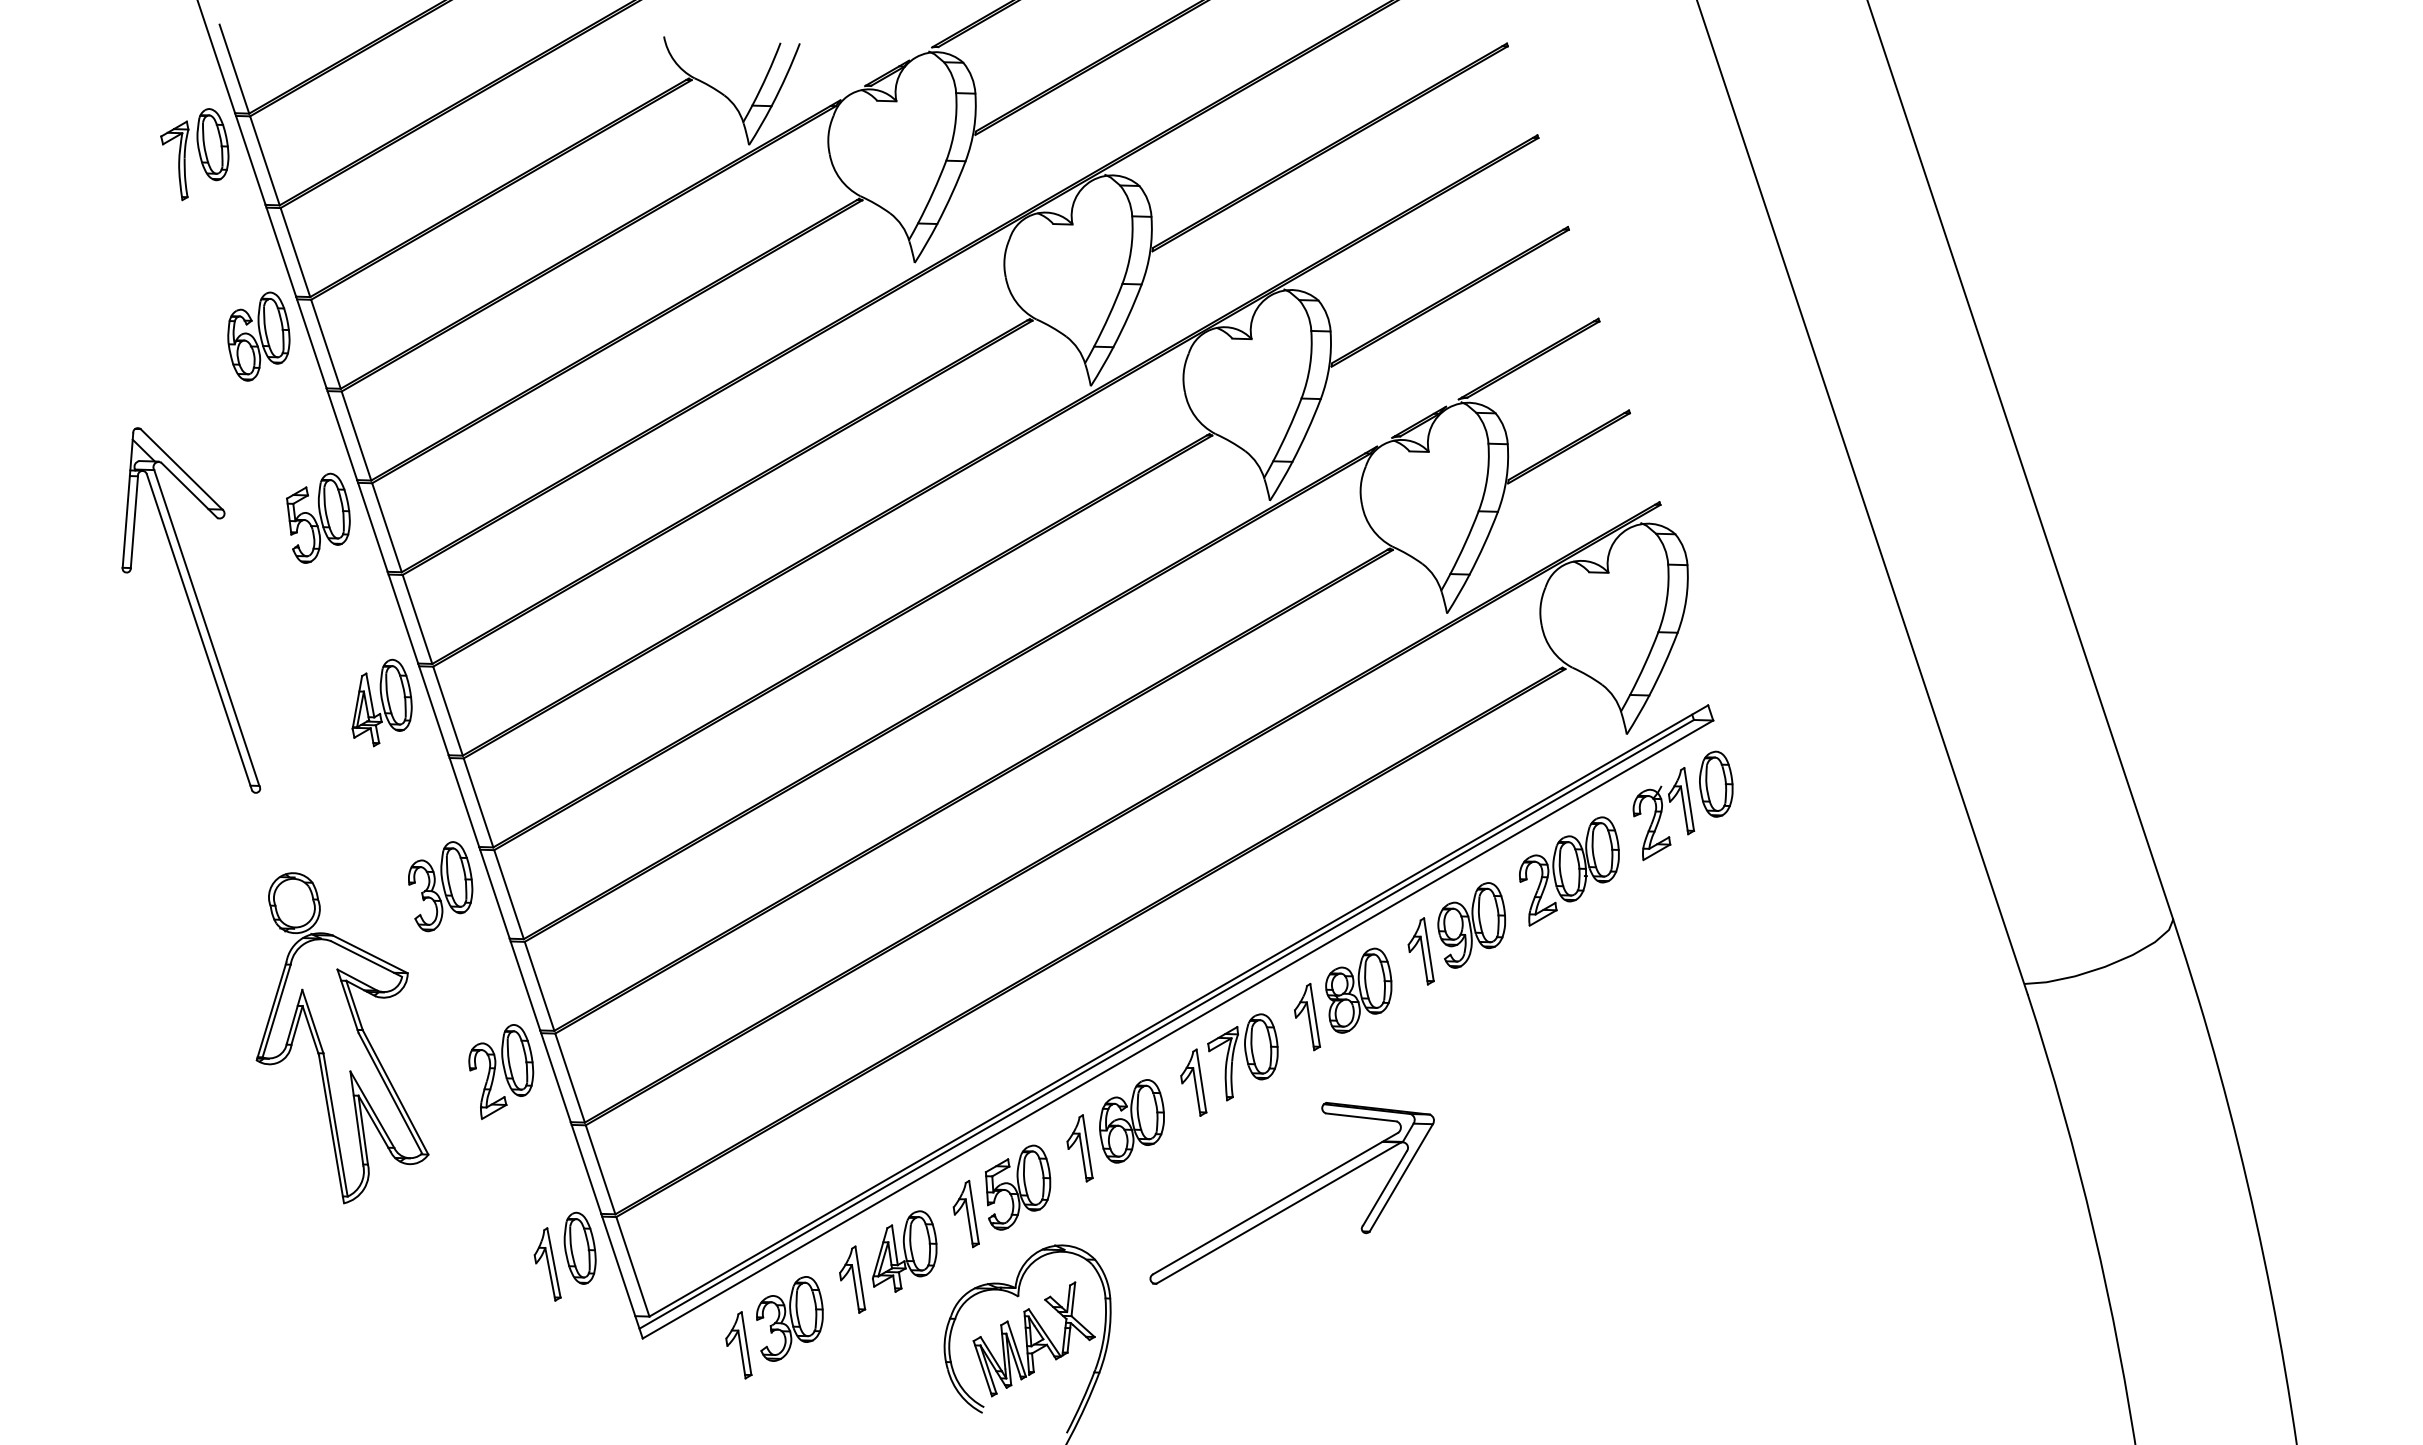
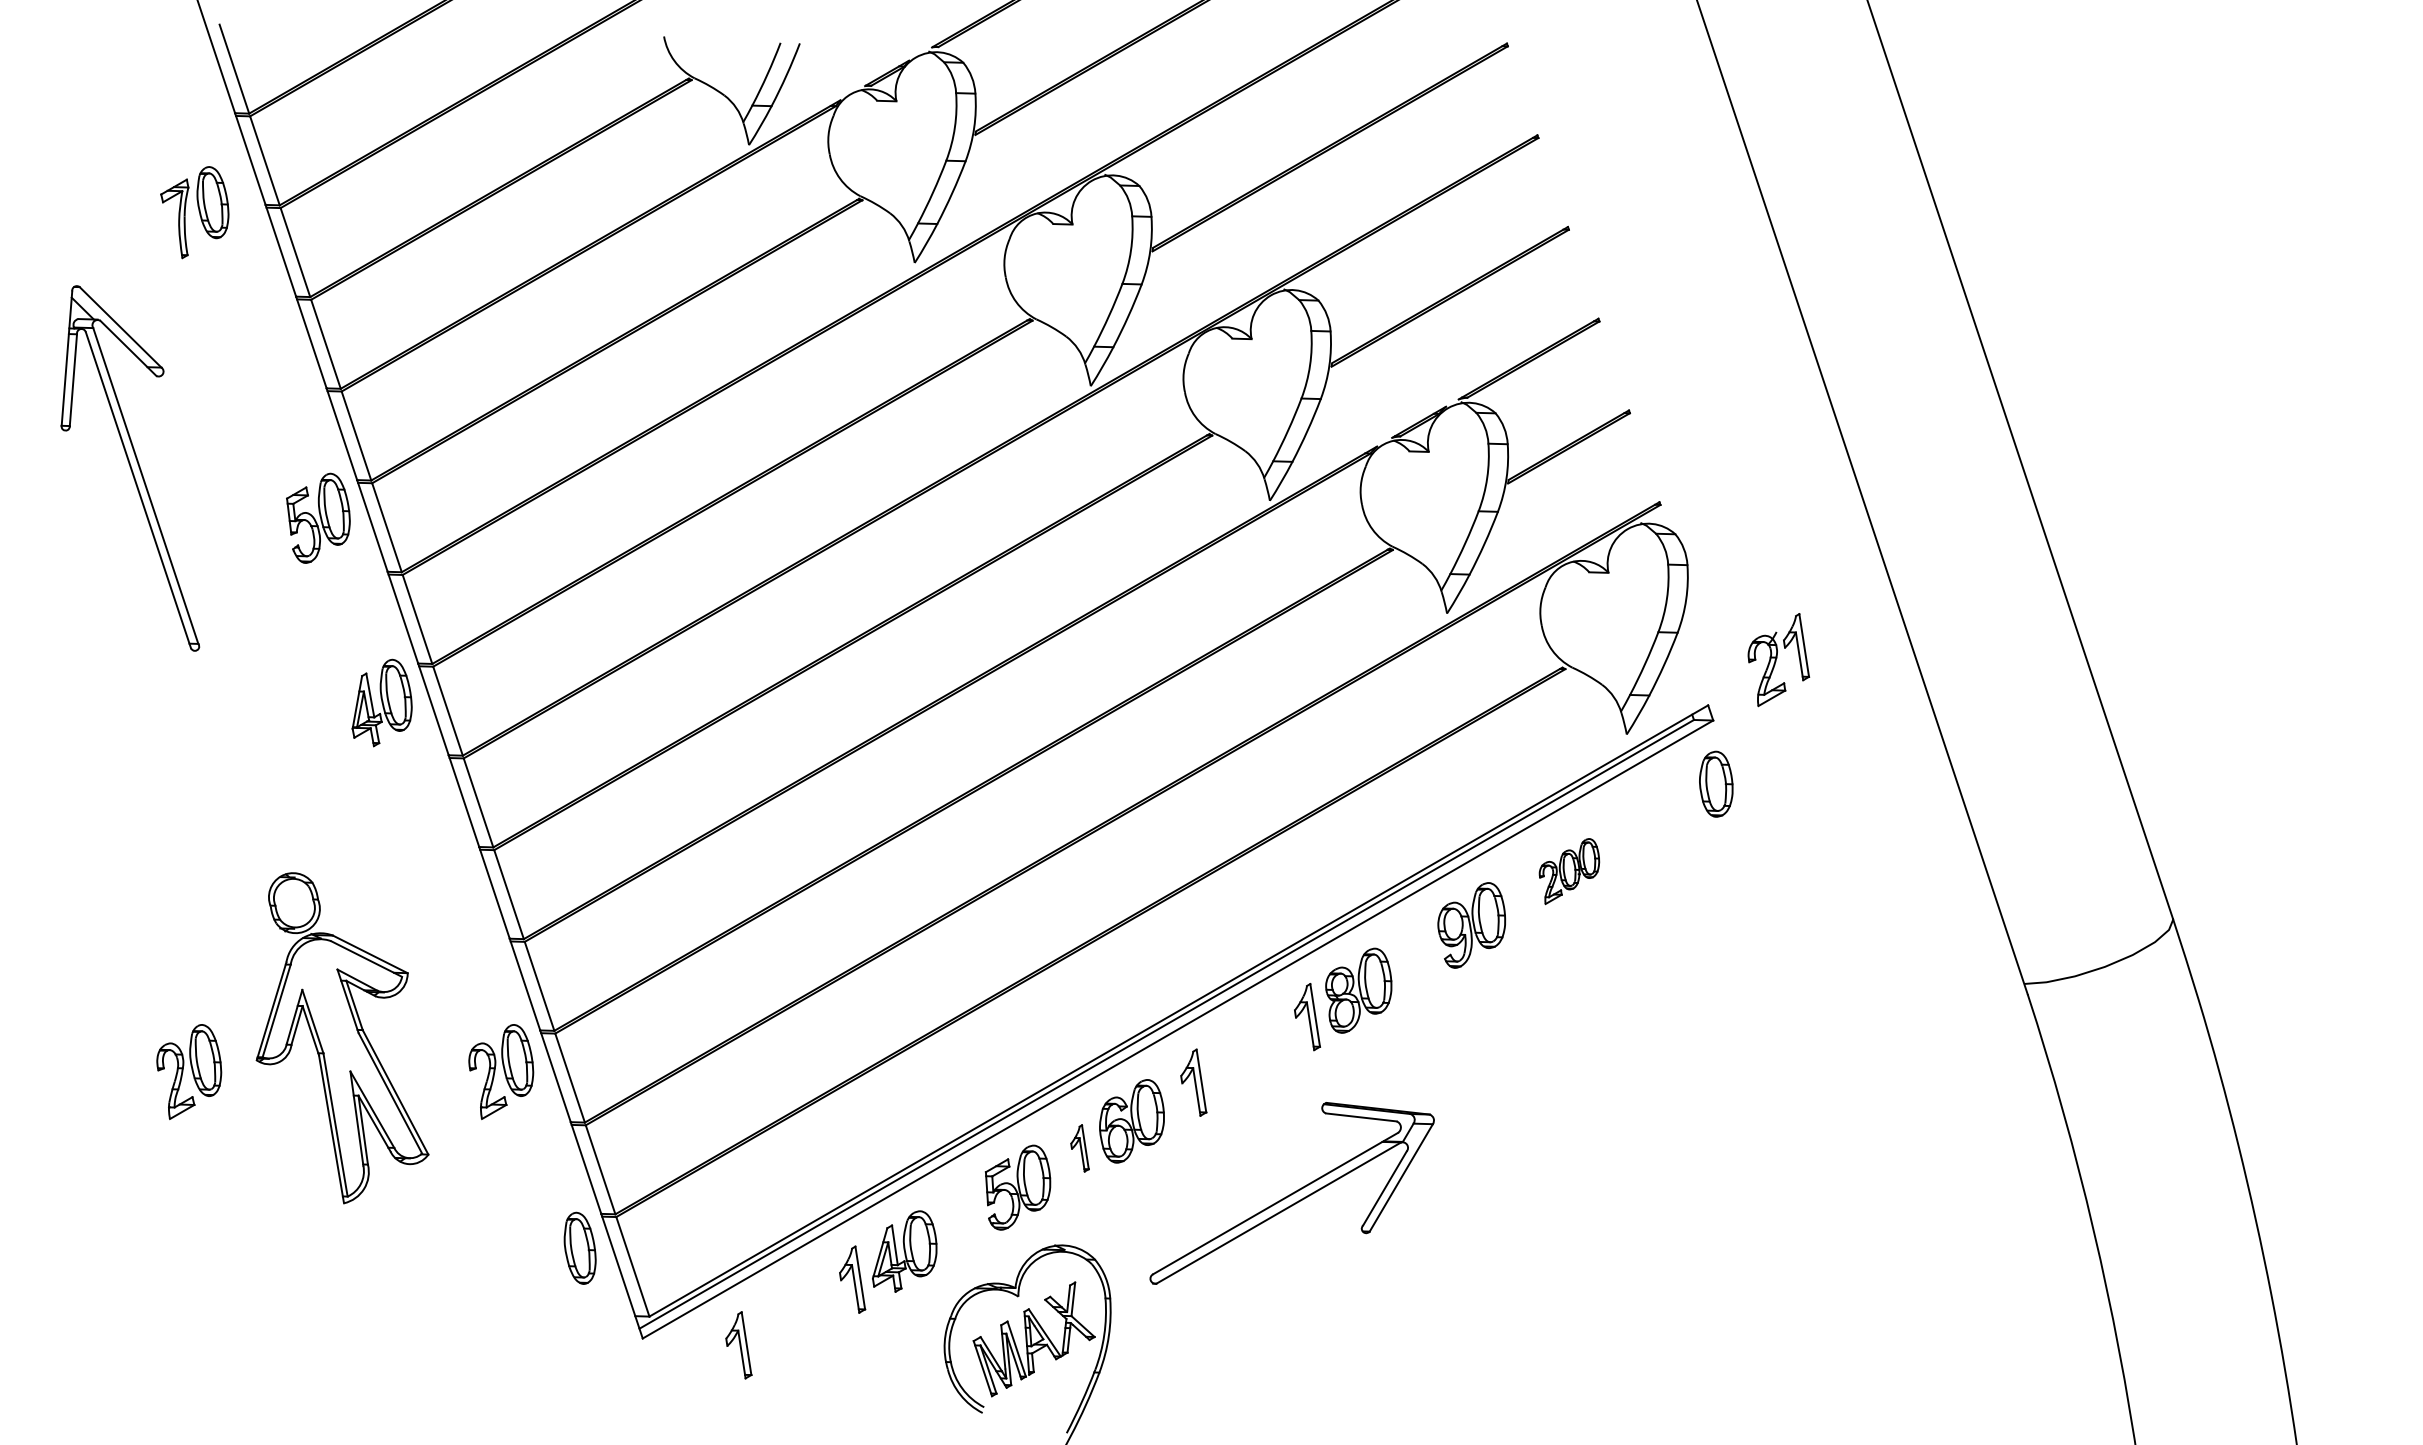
part at (194, 154) position: (194, 154) -> (194, 212)
part at (258, 336): present -> none
part at (191, 610) position: (191, 610) -> (130, 468)
part at (1663, 814) position: (1663, 814) -> (1778, 660)
part at (1569, 871) size: 101x111 px -> 63x68 px
part at (440, 886): present -> none
part at (1420, 951): present -> none
part at (1242, 1057): present -> none
part at (189, 1071): none -> present
part at (1079, 1148) size: 28x69 px -> 20x49 px
part at (965, 1213): present -> none
part at (547, 1264): present -> none
part at (789, 1318): present -> none
